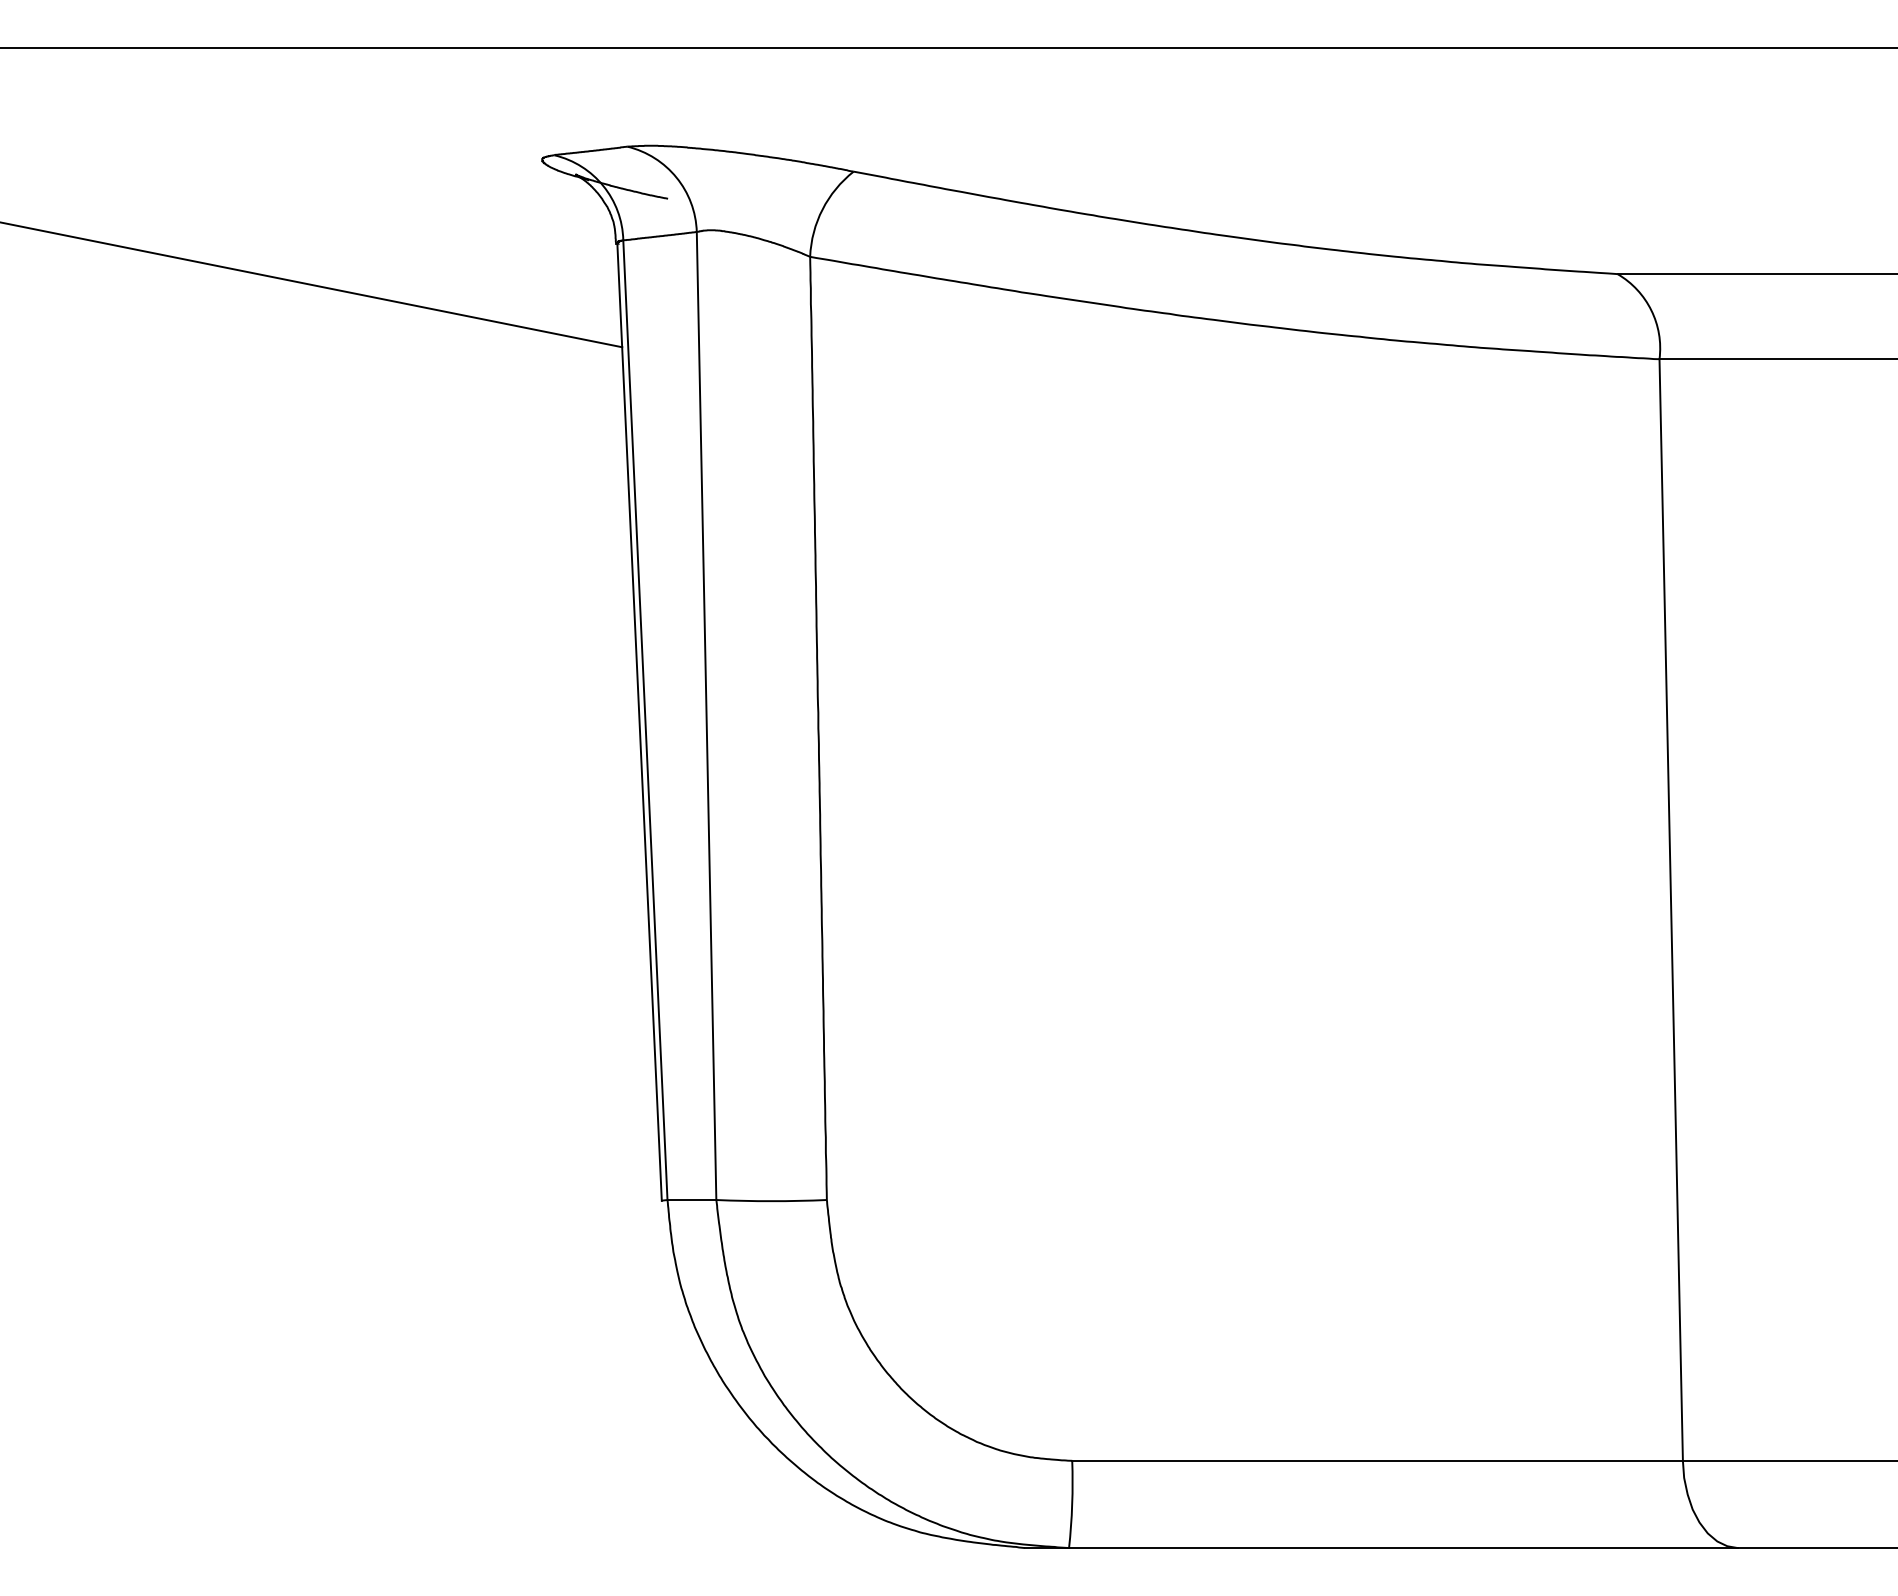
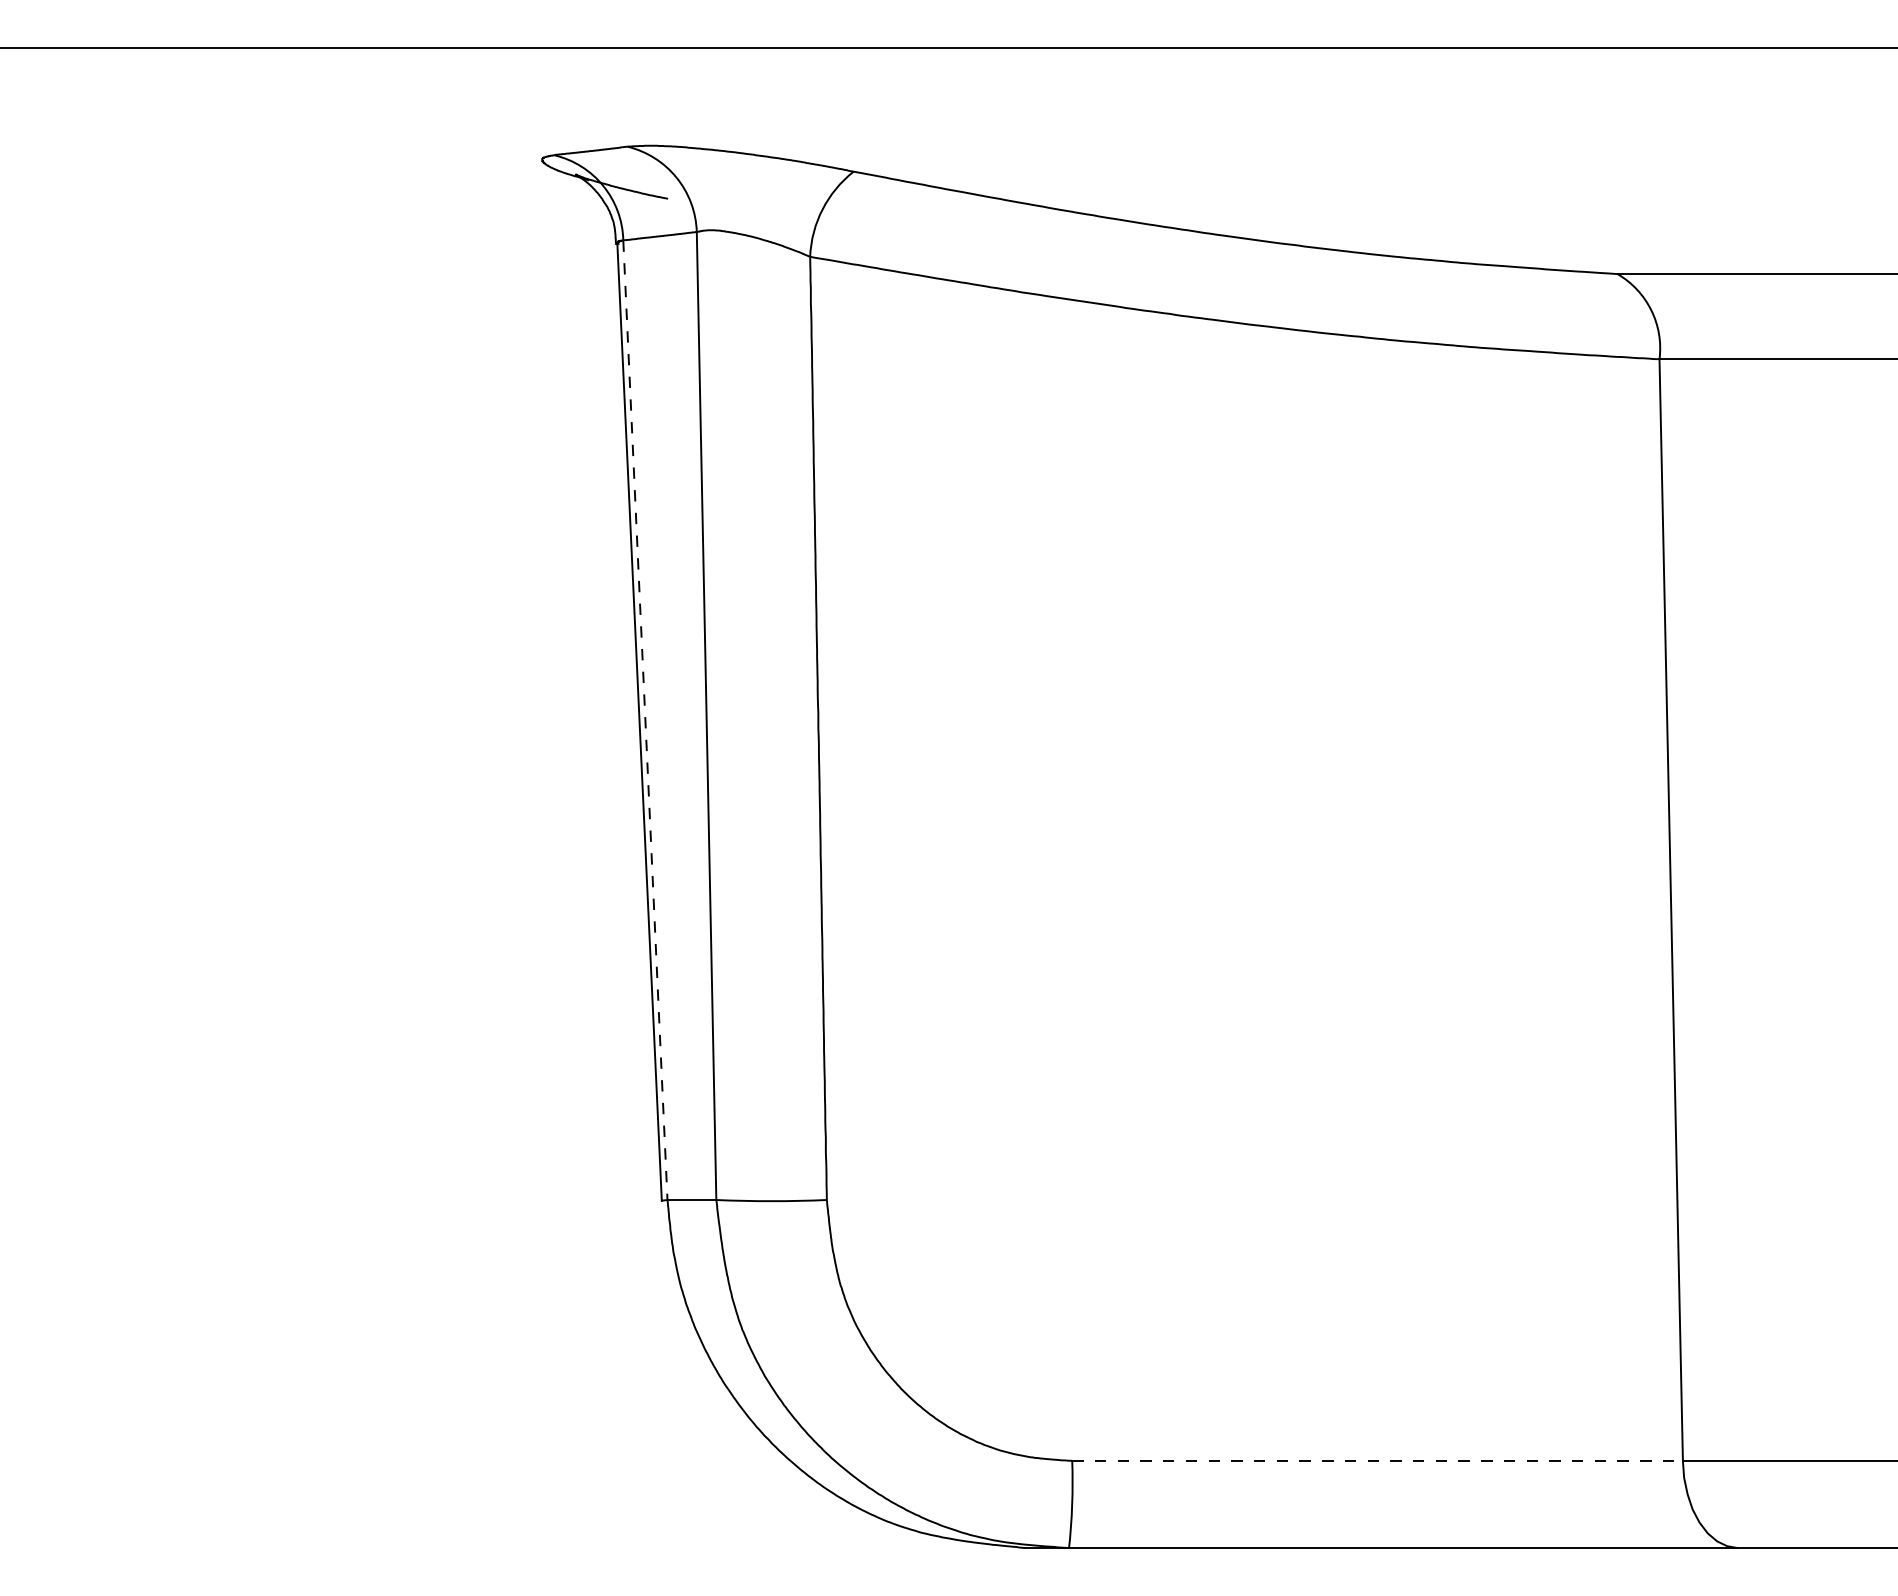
line at (312, 284): present -> none
line at (645, 720): solid -> dashed
line at (1378, 1460): solid -> dashed
